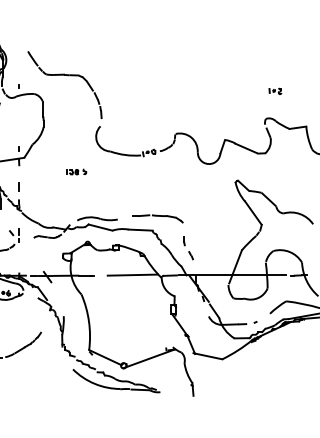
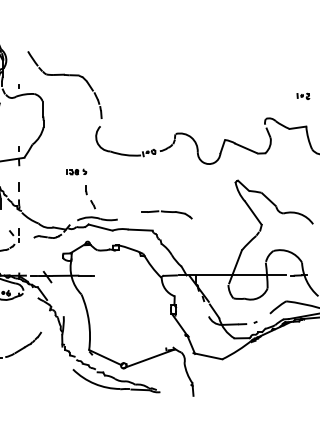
part at (275, 90) position: (275, 90) -> (303, 95)
part at (157, 218) position: (157, 218) -> (166, 214)
part at (188, 248) position: (188, 248) -> (90, 197)
line at (132, 274): present -> none
